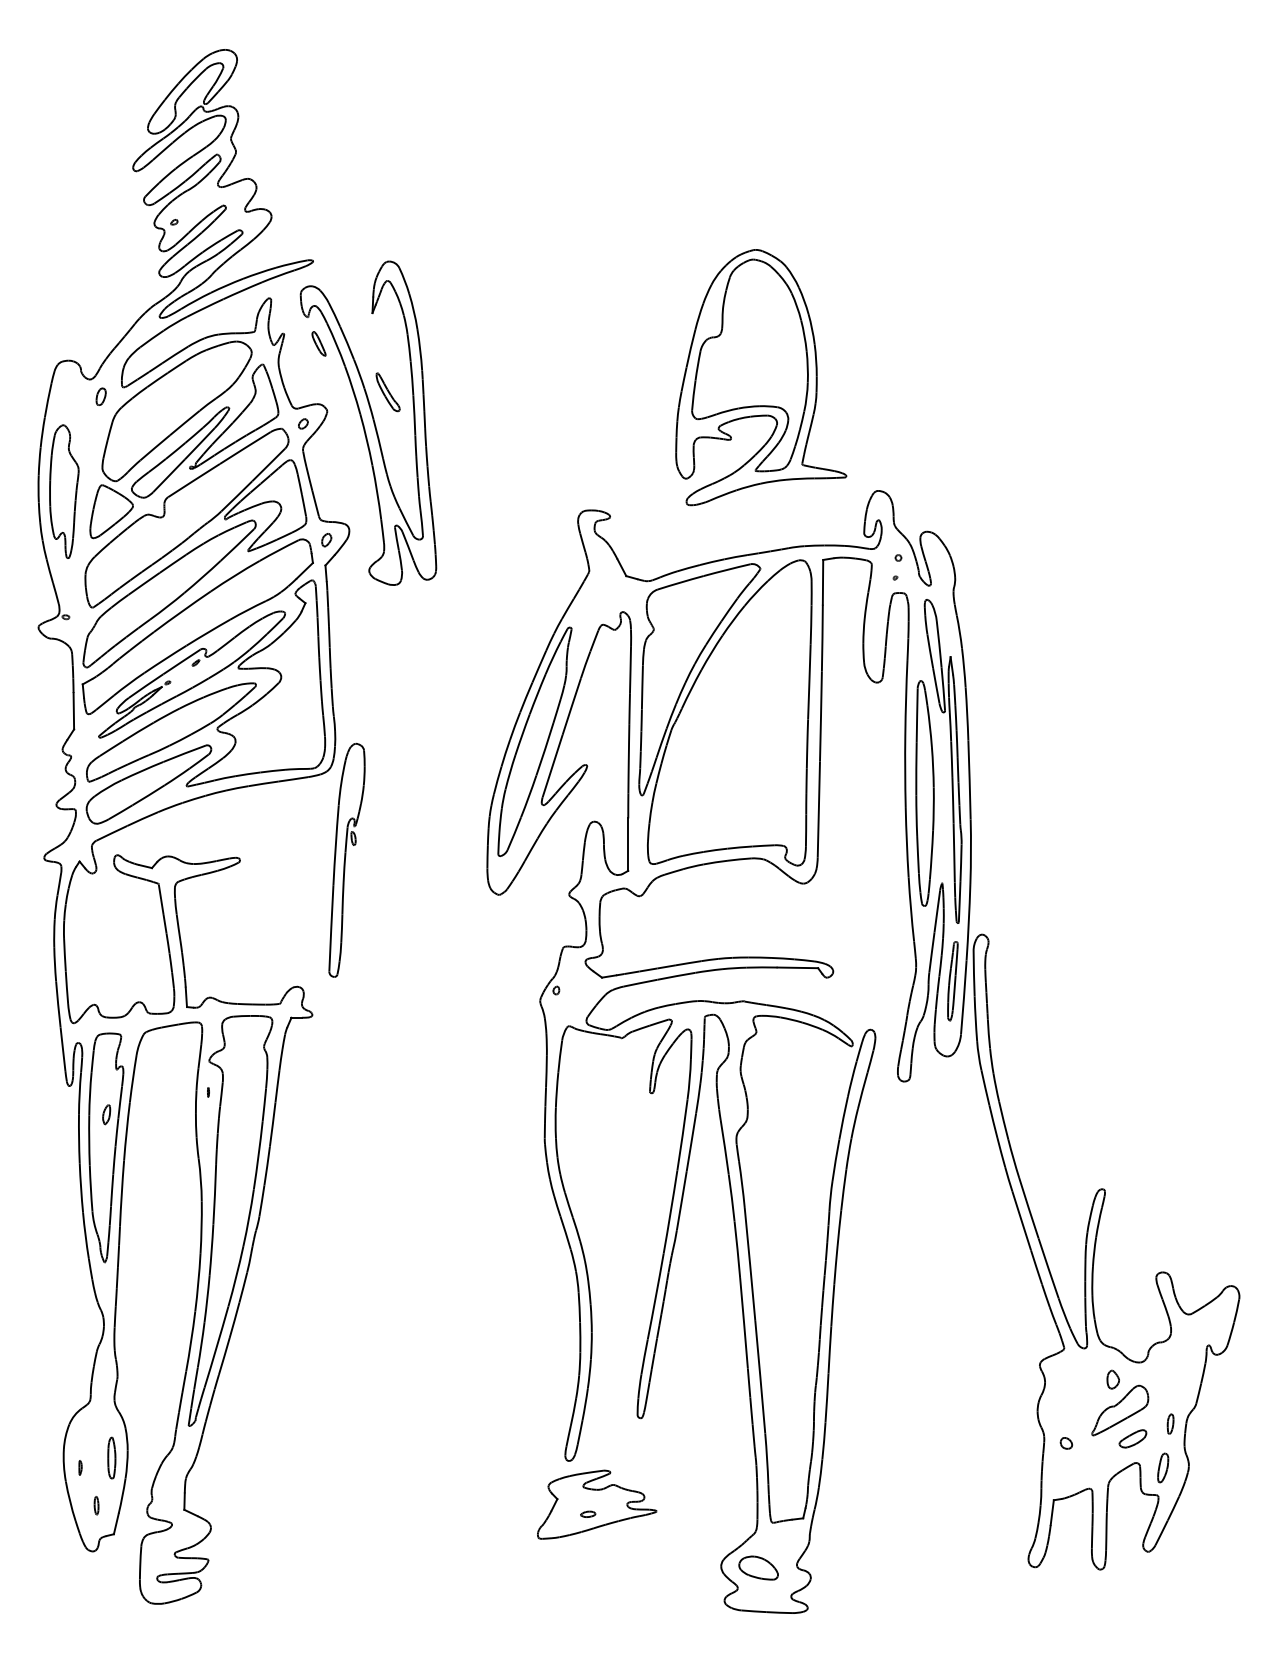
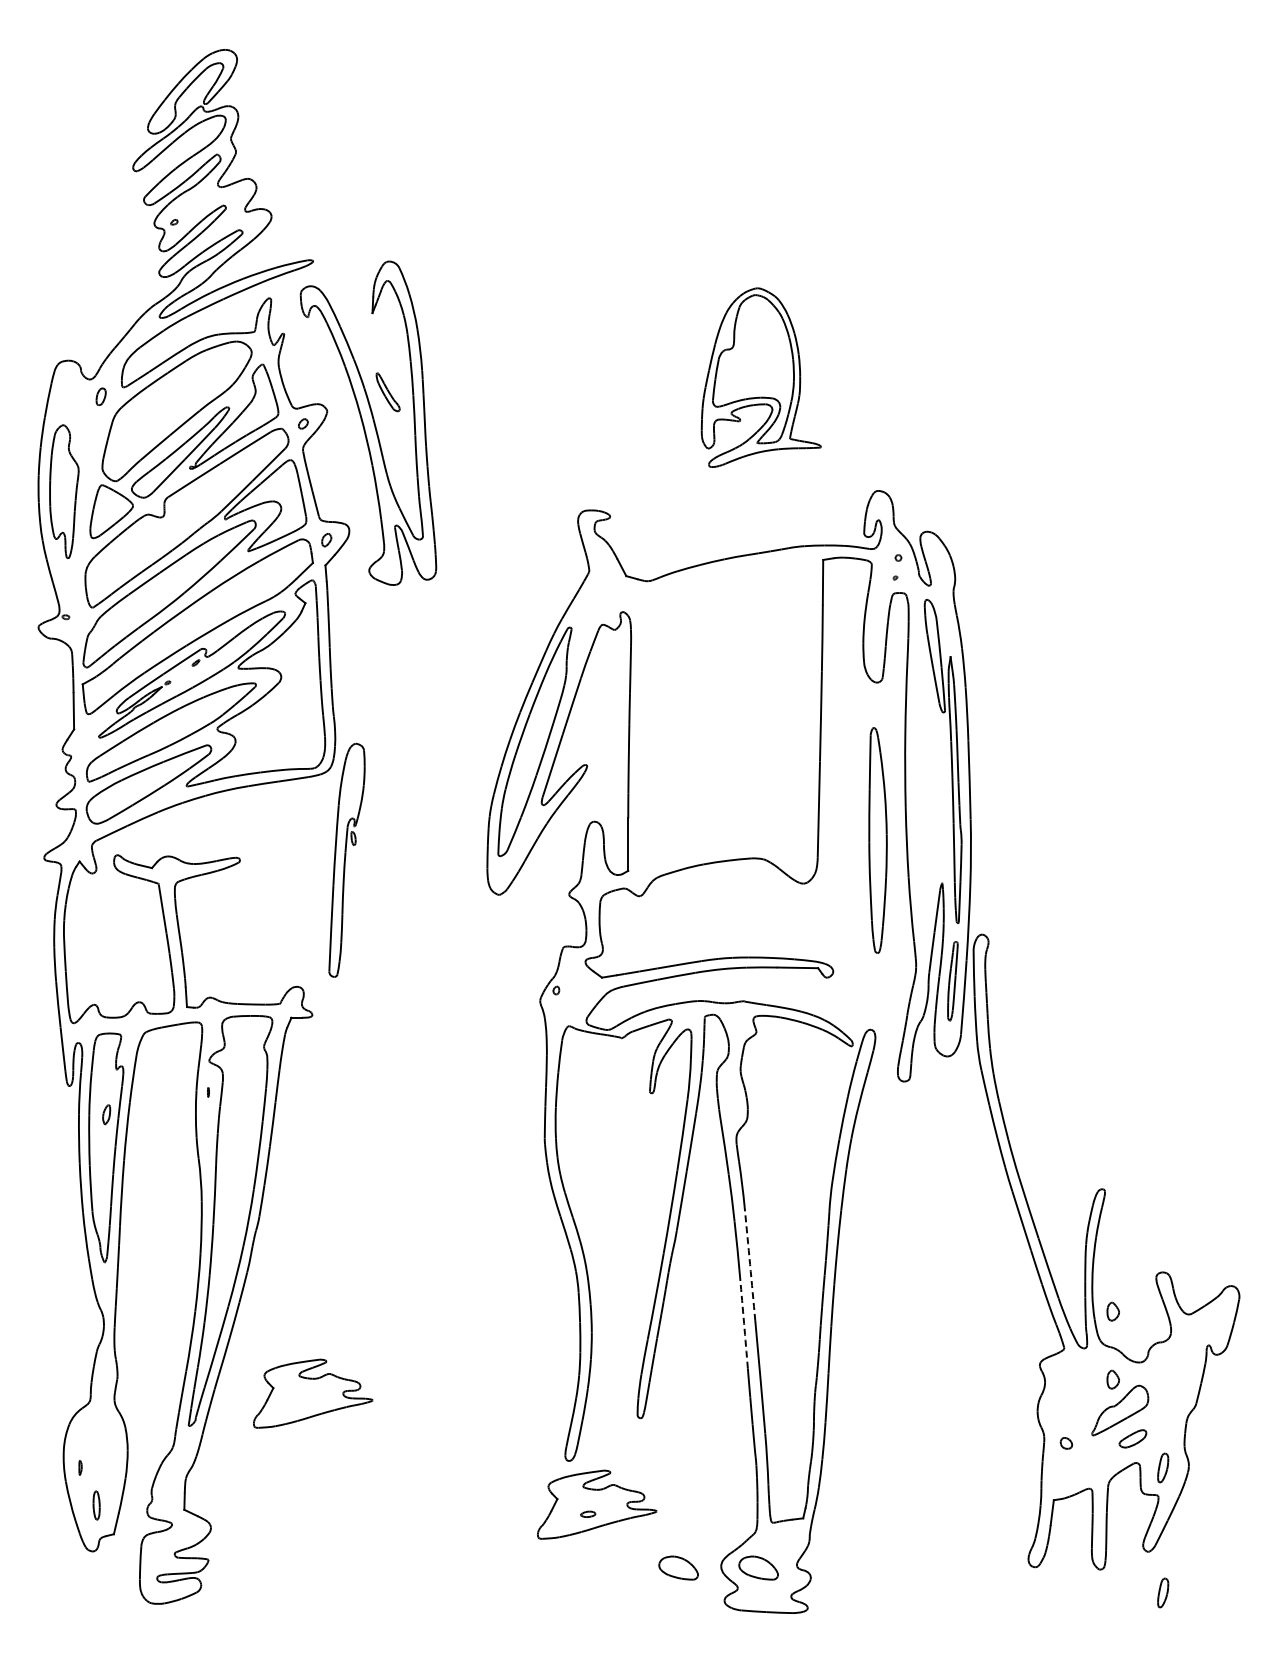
part at (318, 343): present -> none
part at (761, 377) size: 173x258 px -> 122x181 px
part at (725, 712): present -> none
part at (924, 793) position: (924, 793) -> (877, 840)
arc at (750, 1264): solid -> dashed
part at (1112, 1311): none -> present
arc at (744, 1323): solid -> dashed
part at (313, 1393): none -> present
part at (1170, 1423): present -> none
part at (111, 1457): present -> none
part at (96, 1505) size: 7x20 px -> 9x31 px
part at (678, 1567): none -> present
part at (1163, 1592): none -> present
